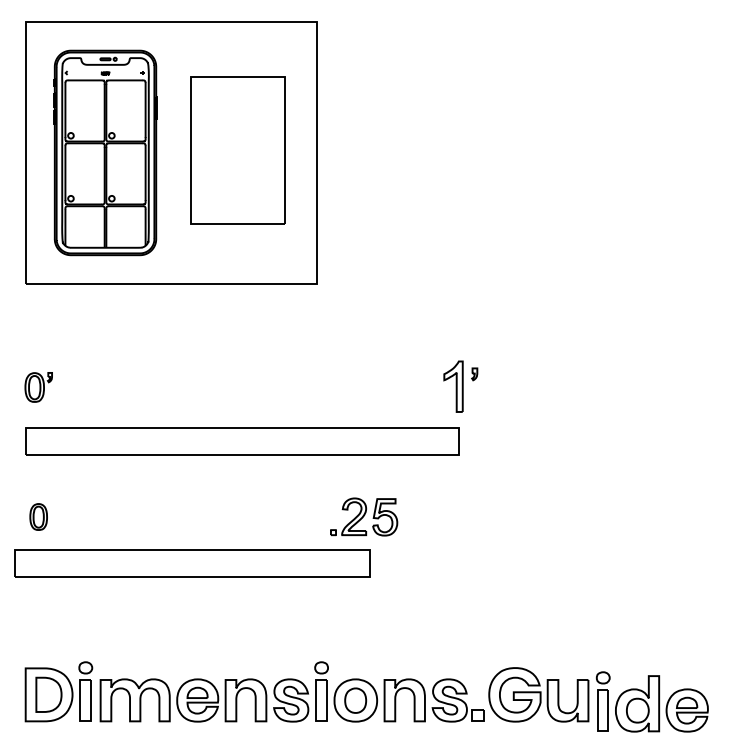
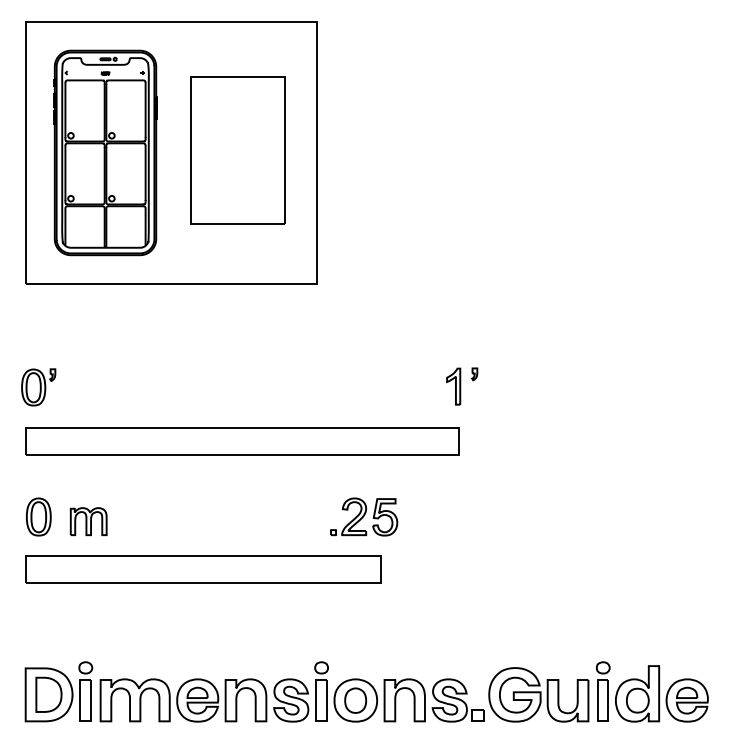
part at (453, 386) size: 21x53 px -> 16x39 px
part at (38, 387) size: 29x31 px -> 36x39 px
part at (38, 516) size: 19x28 px -> 27x40 px
part at (88, 521): none -> present
part at (192, 563) position: (192, 563) -> (203, 569)
part at (651, 701) position: (651, 701) -> (651, 691)
